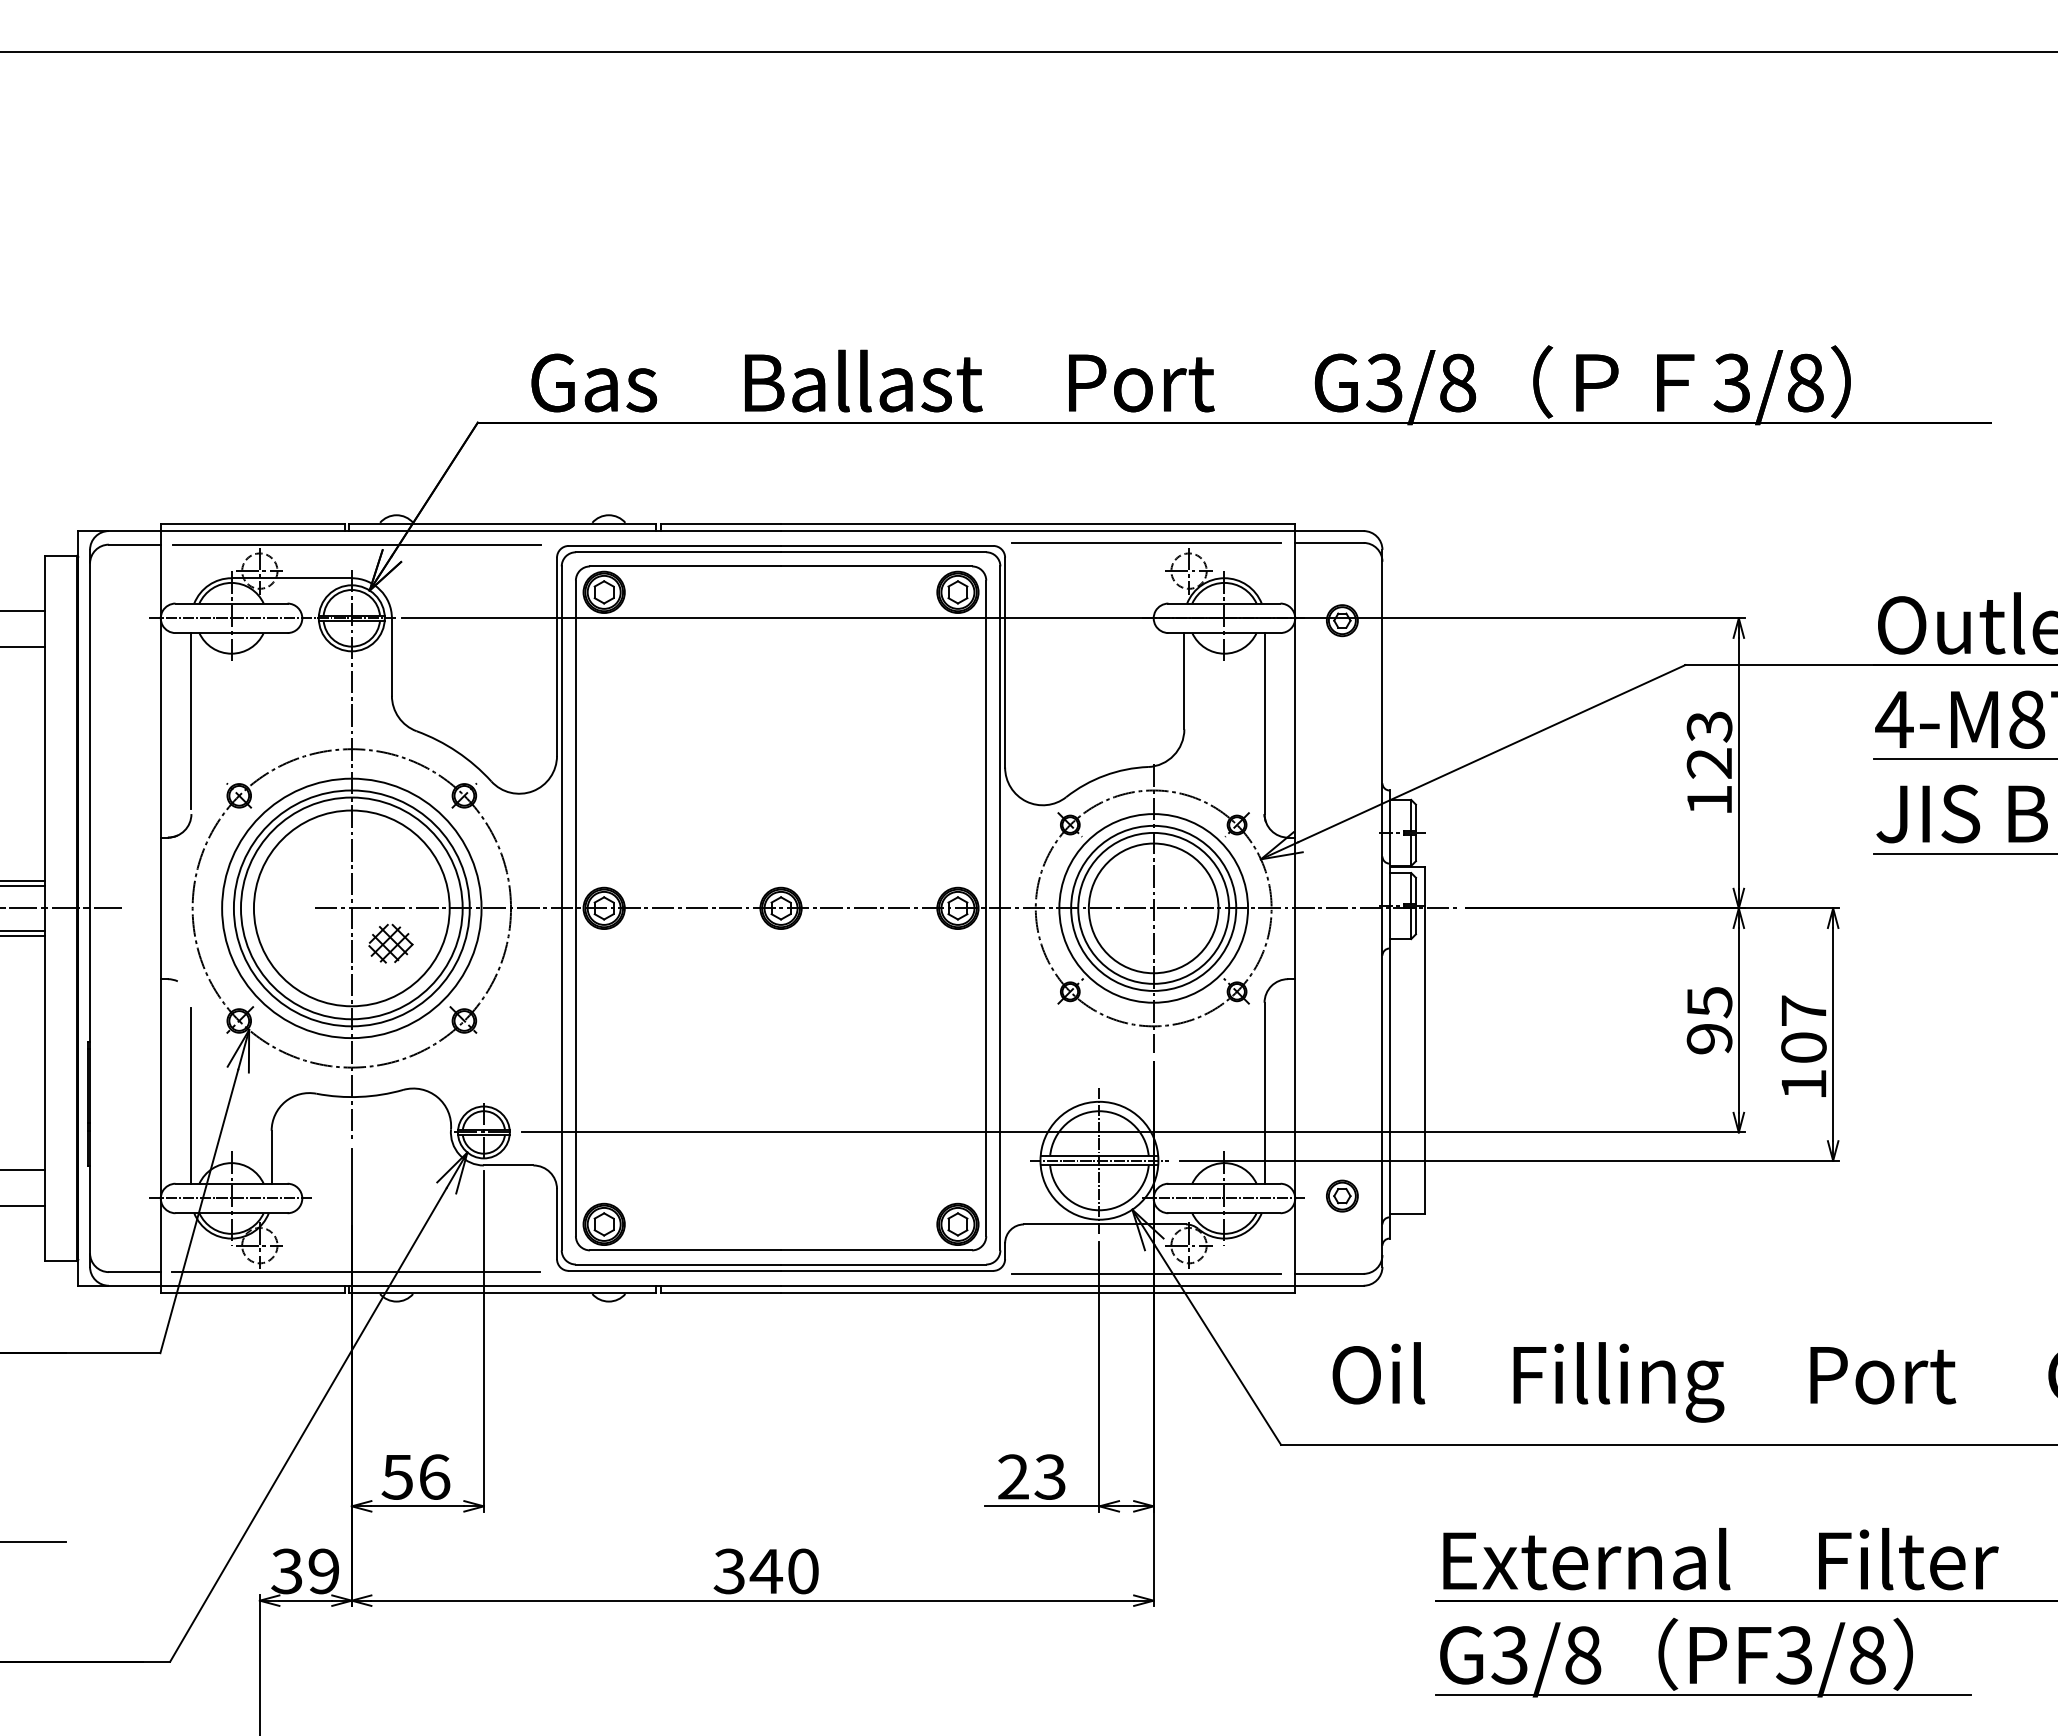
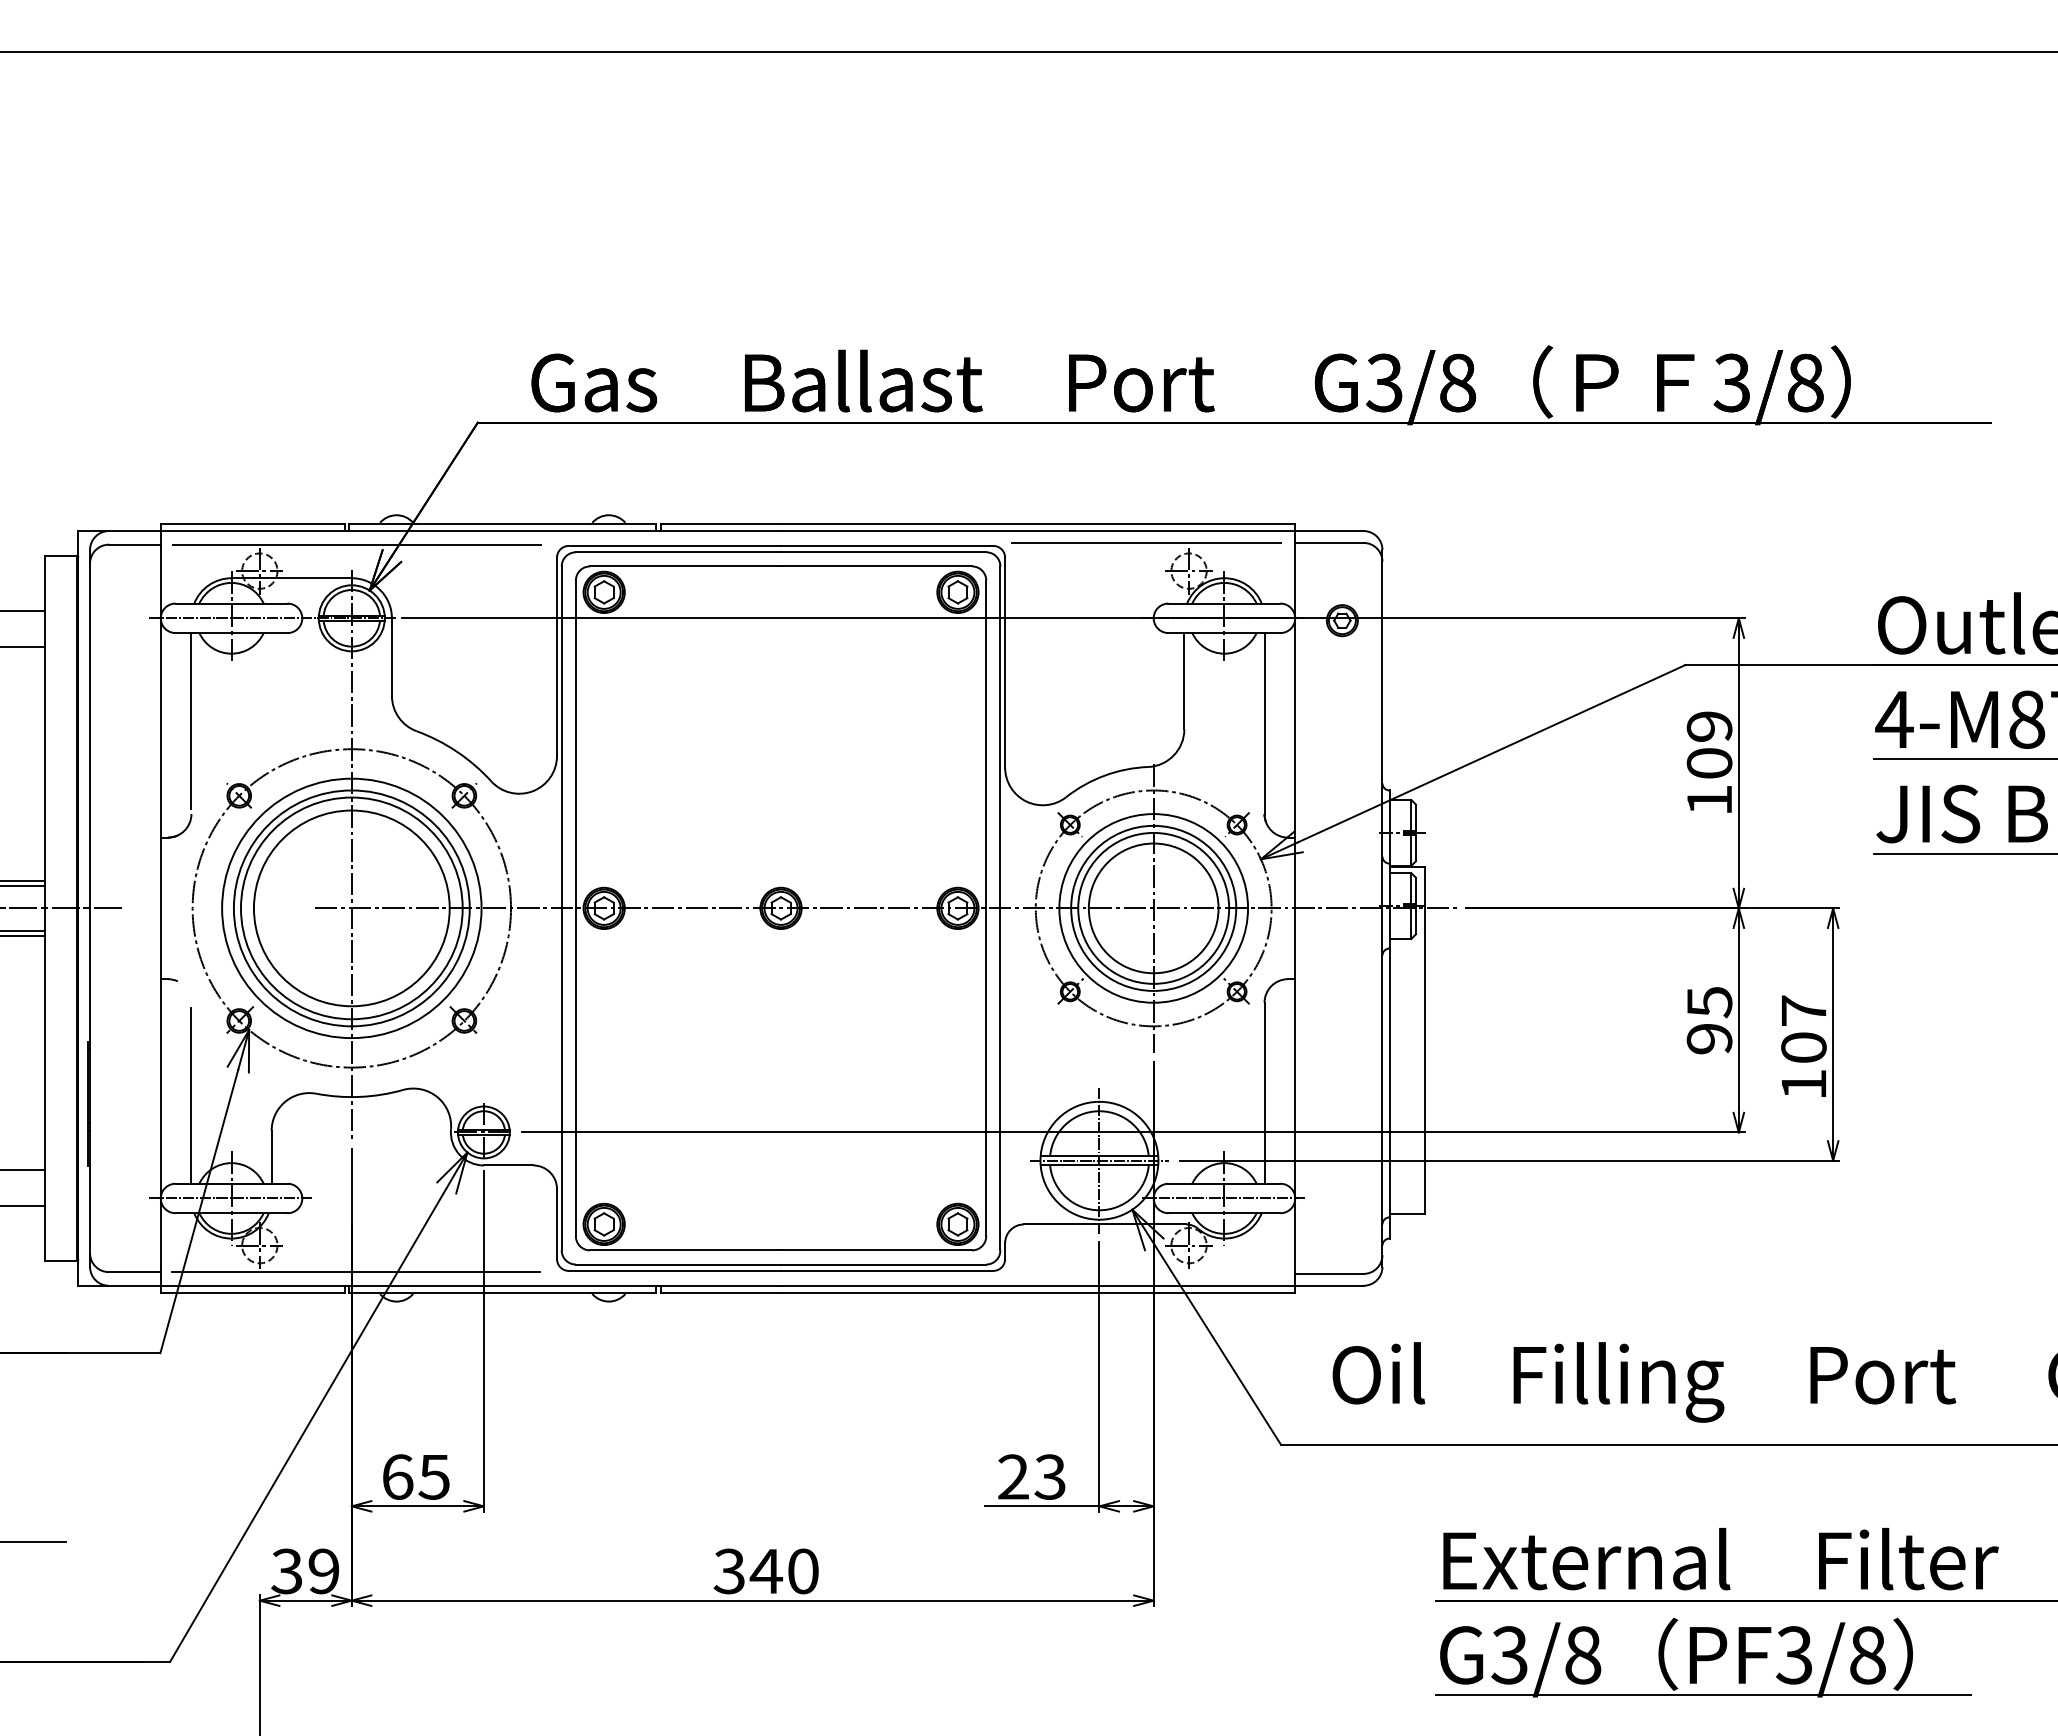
text at (1709, 744): 123 -> 109
hatch at (390, 943): present -> none
part at (1342, 1195): present -> none
line at (1146, 1273): present -> none
text at (415, 1476): 56 -> 65
